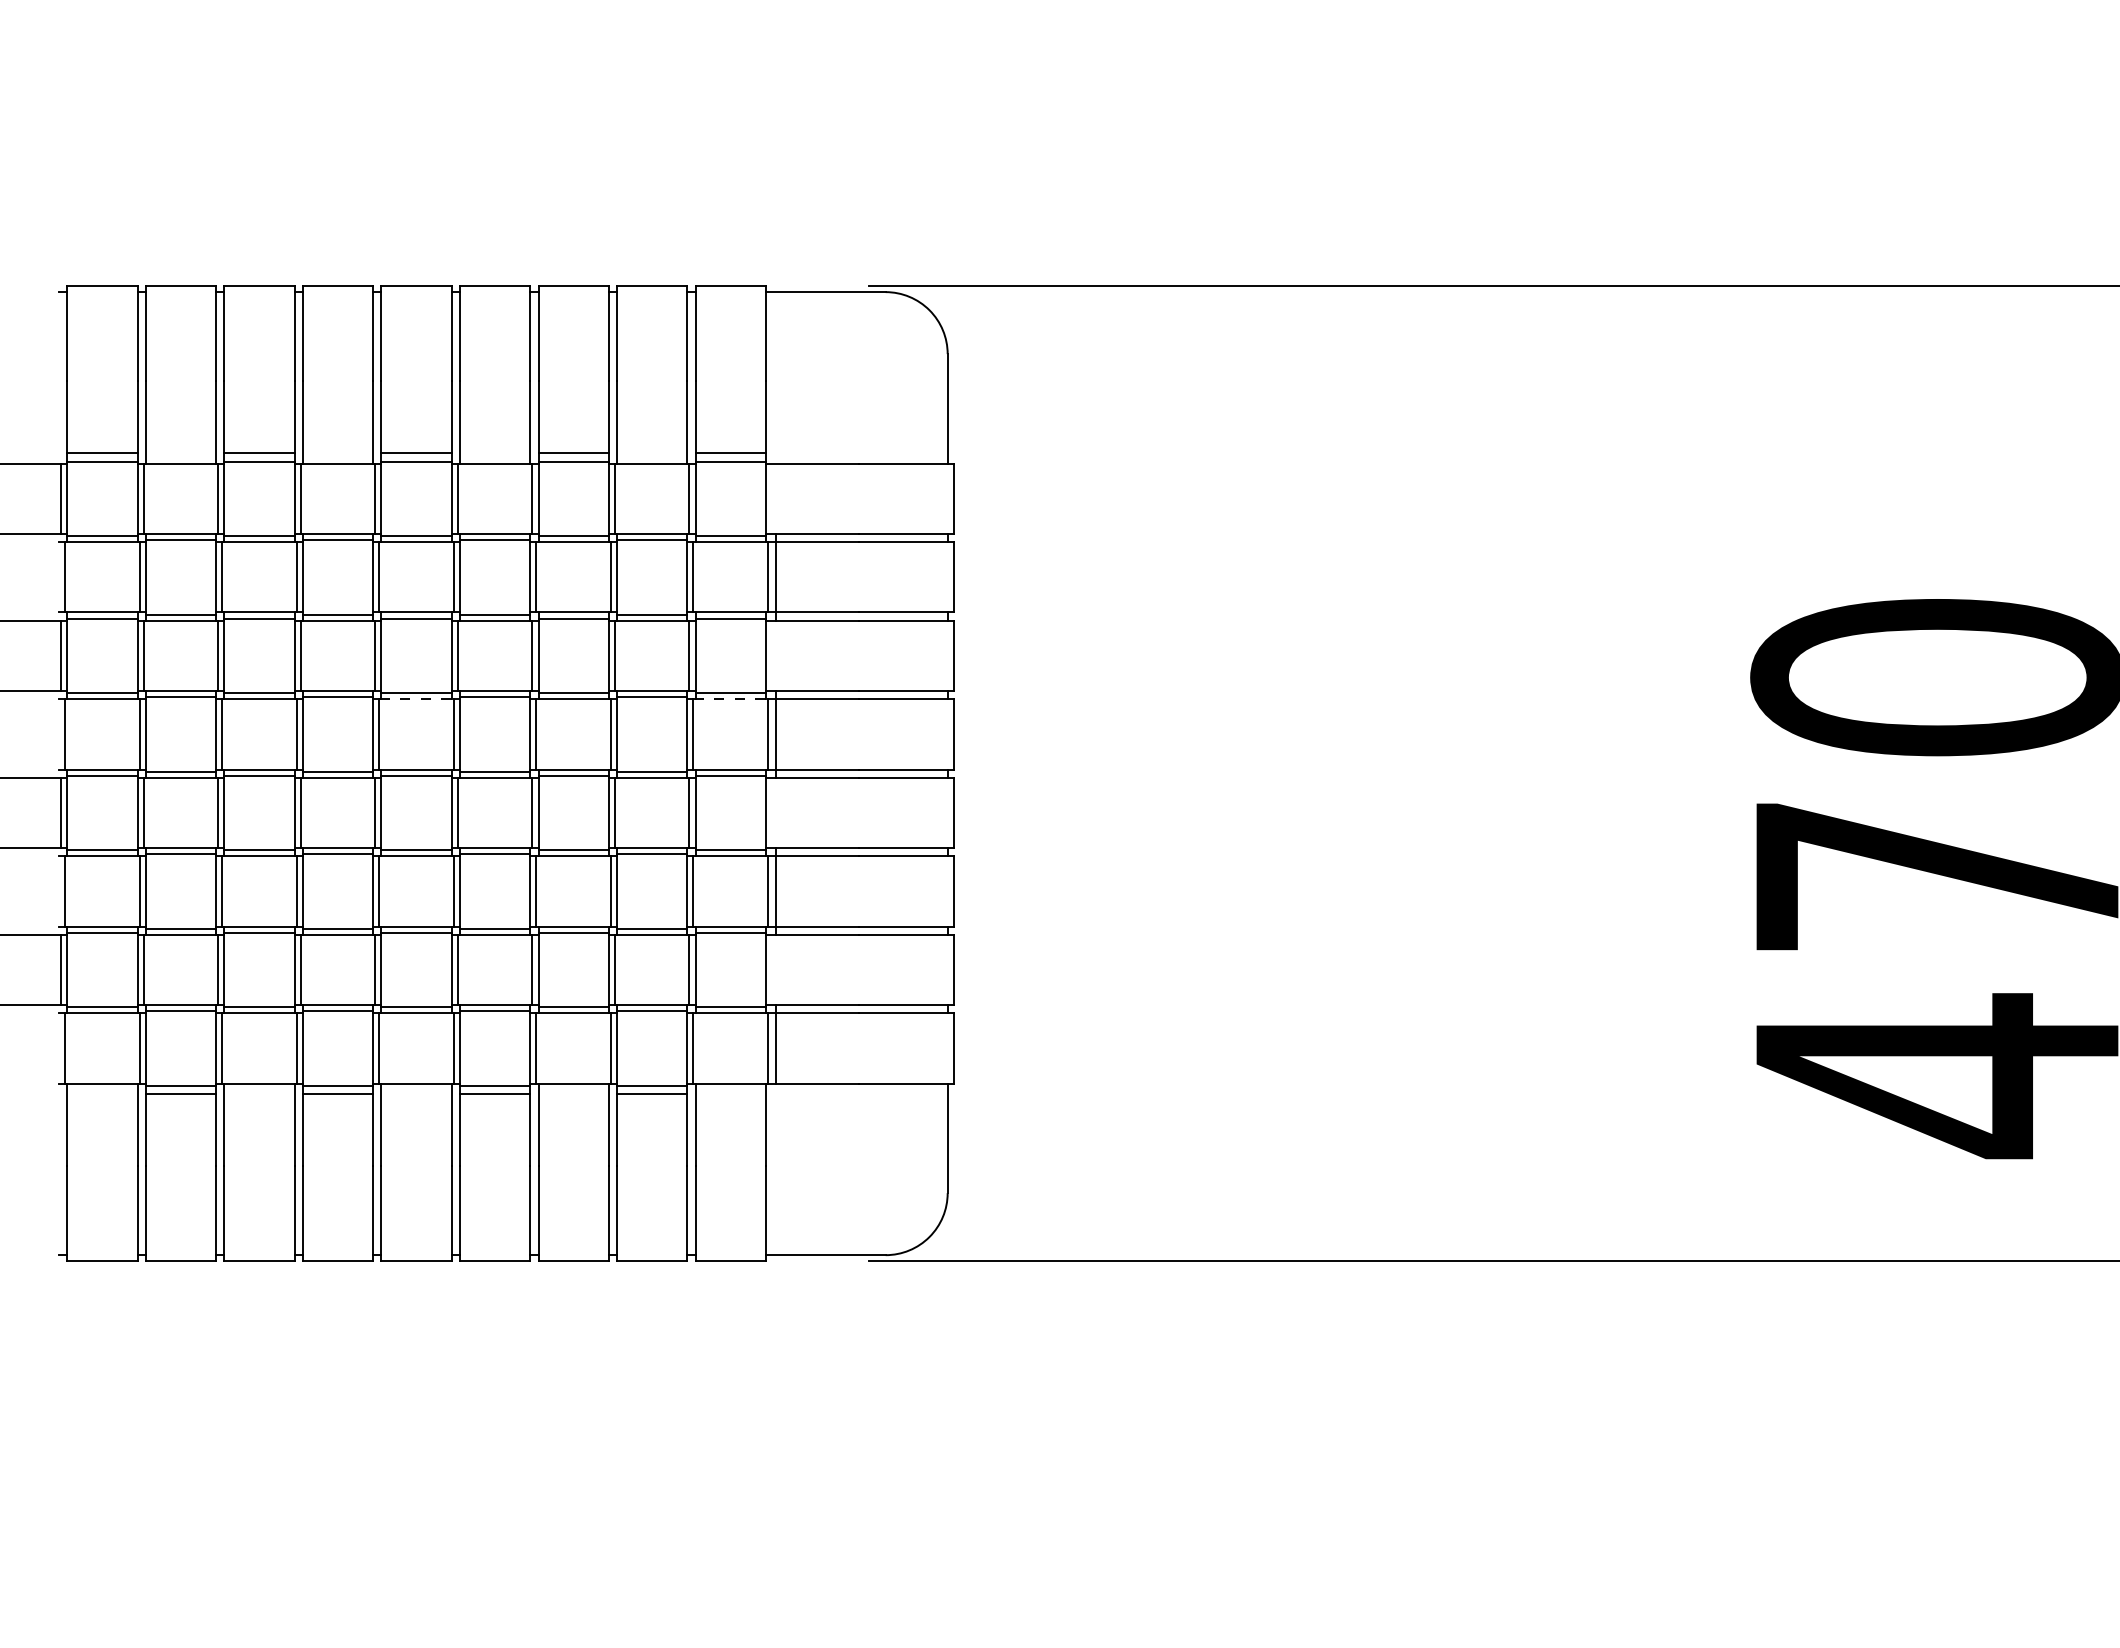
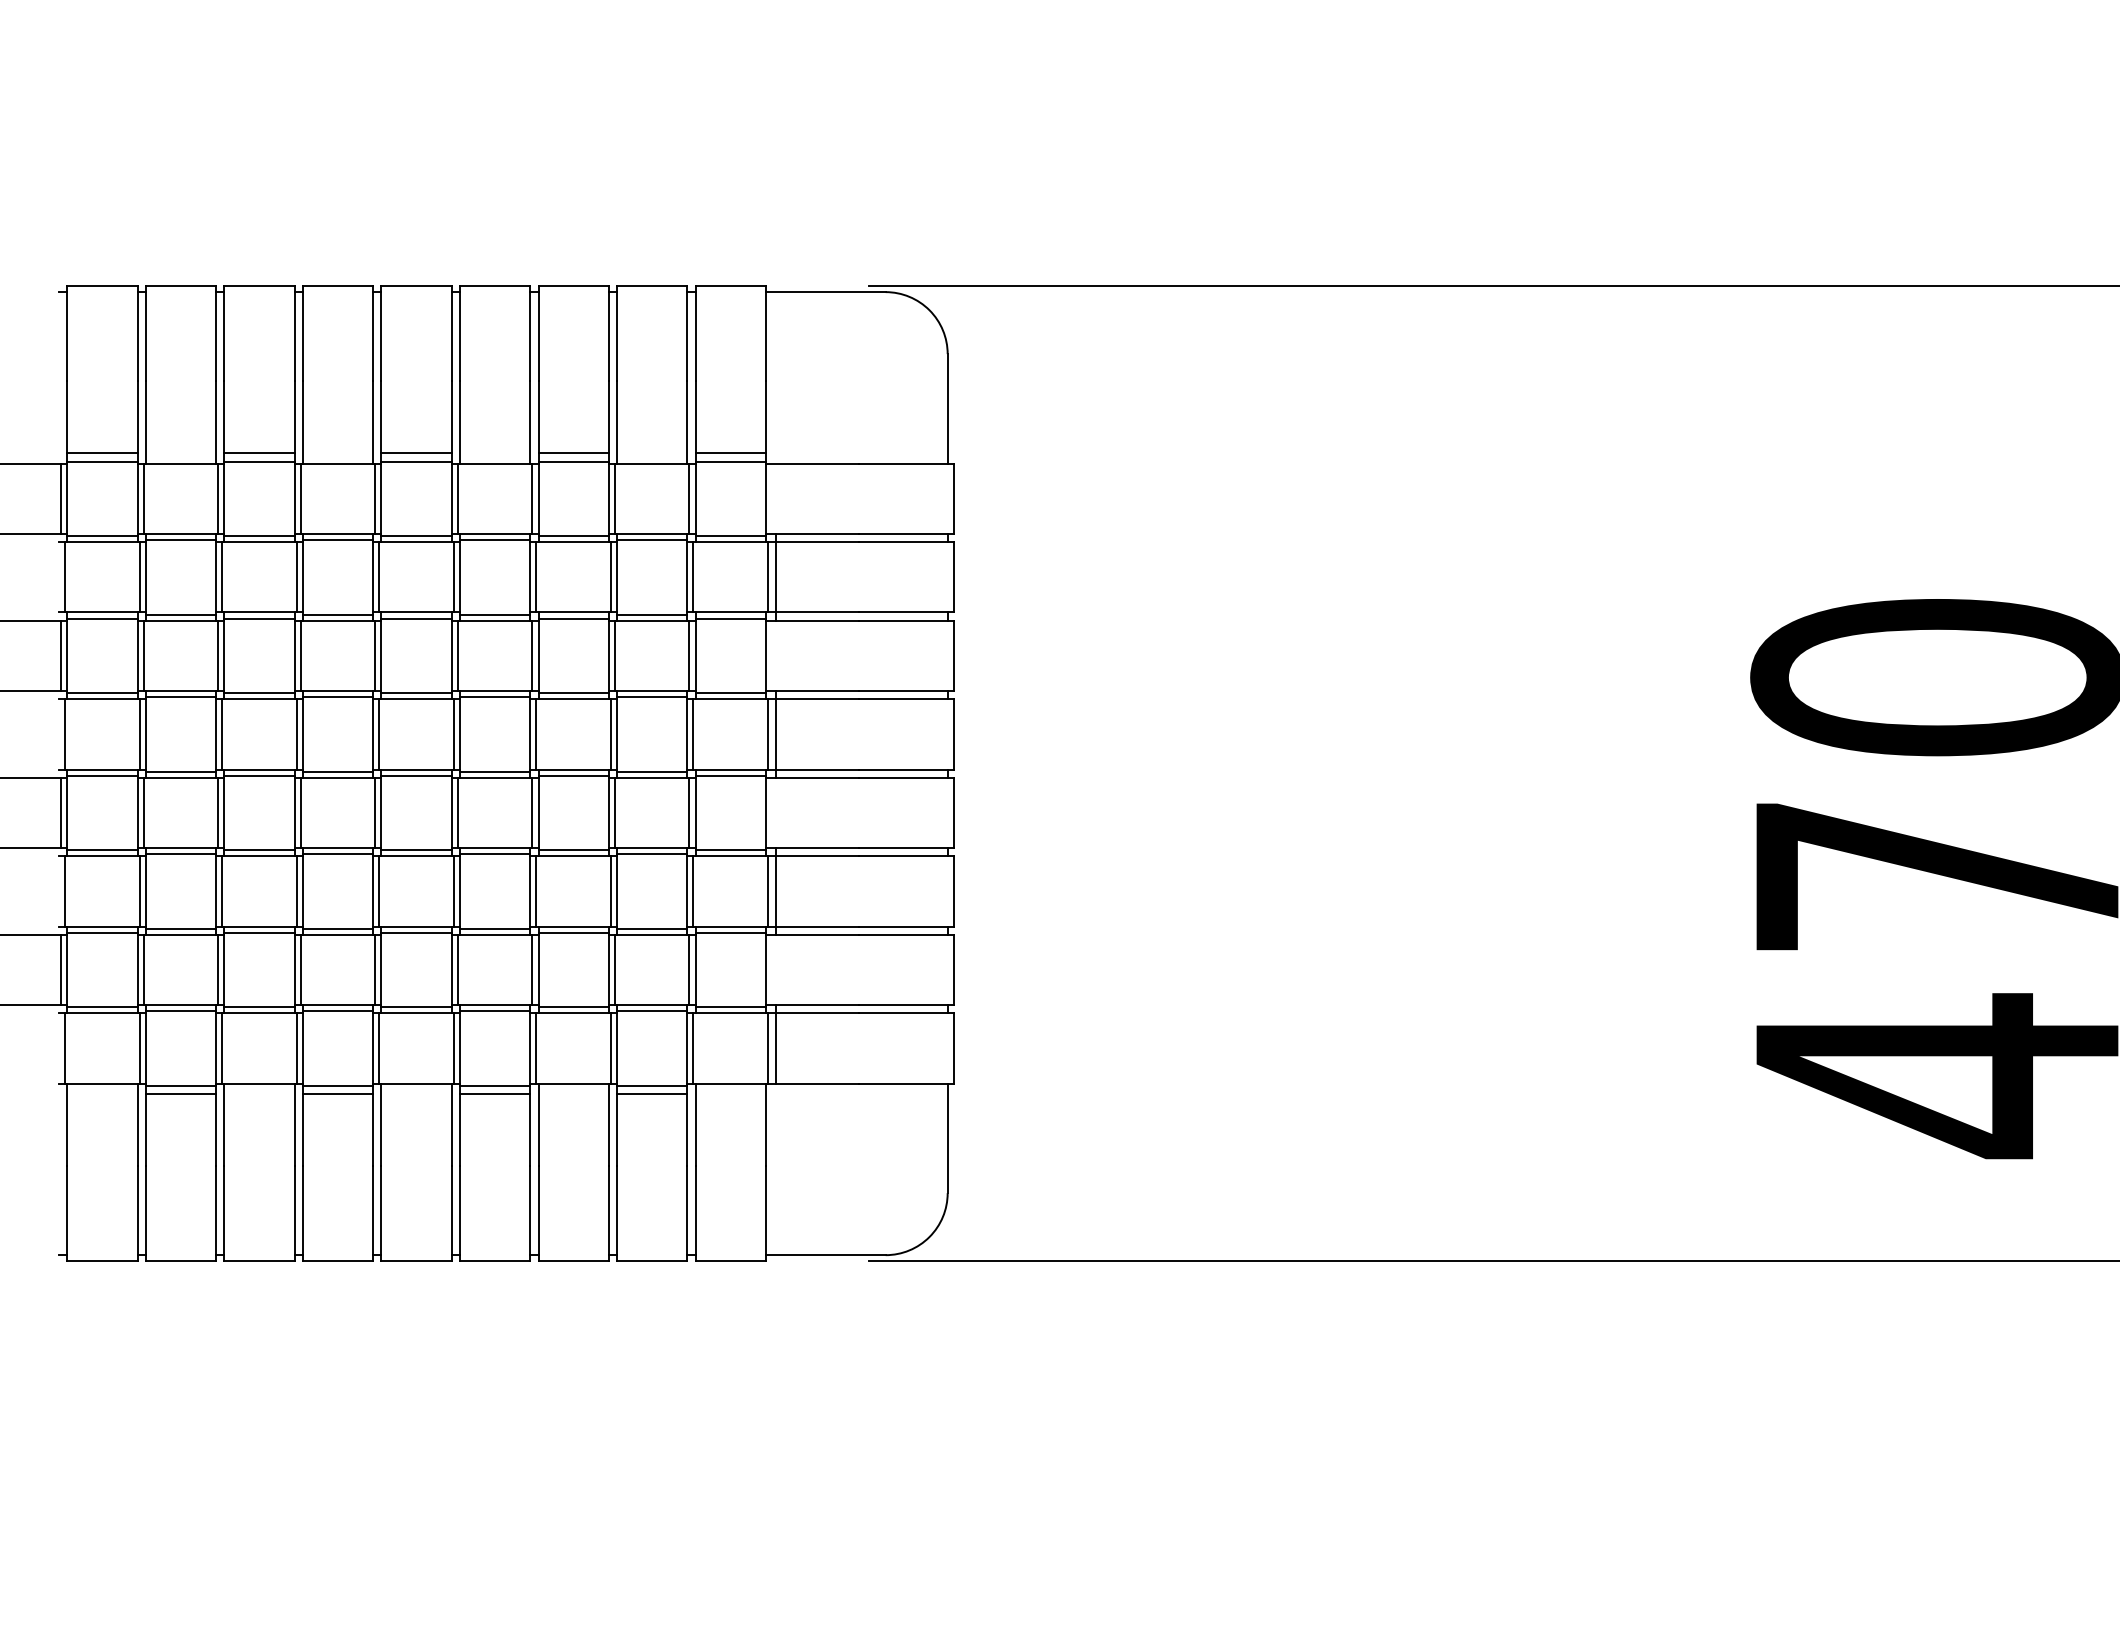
line at (417, 699): dashed -> solid
line at (731, 699): dashed -> solid
